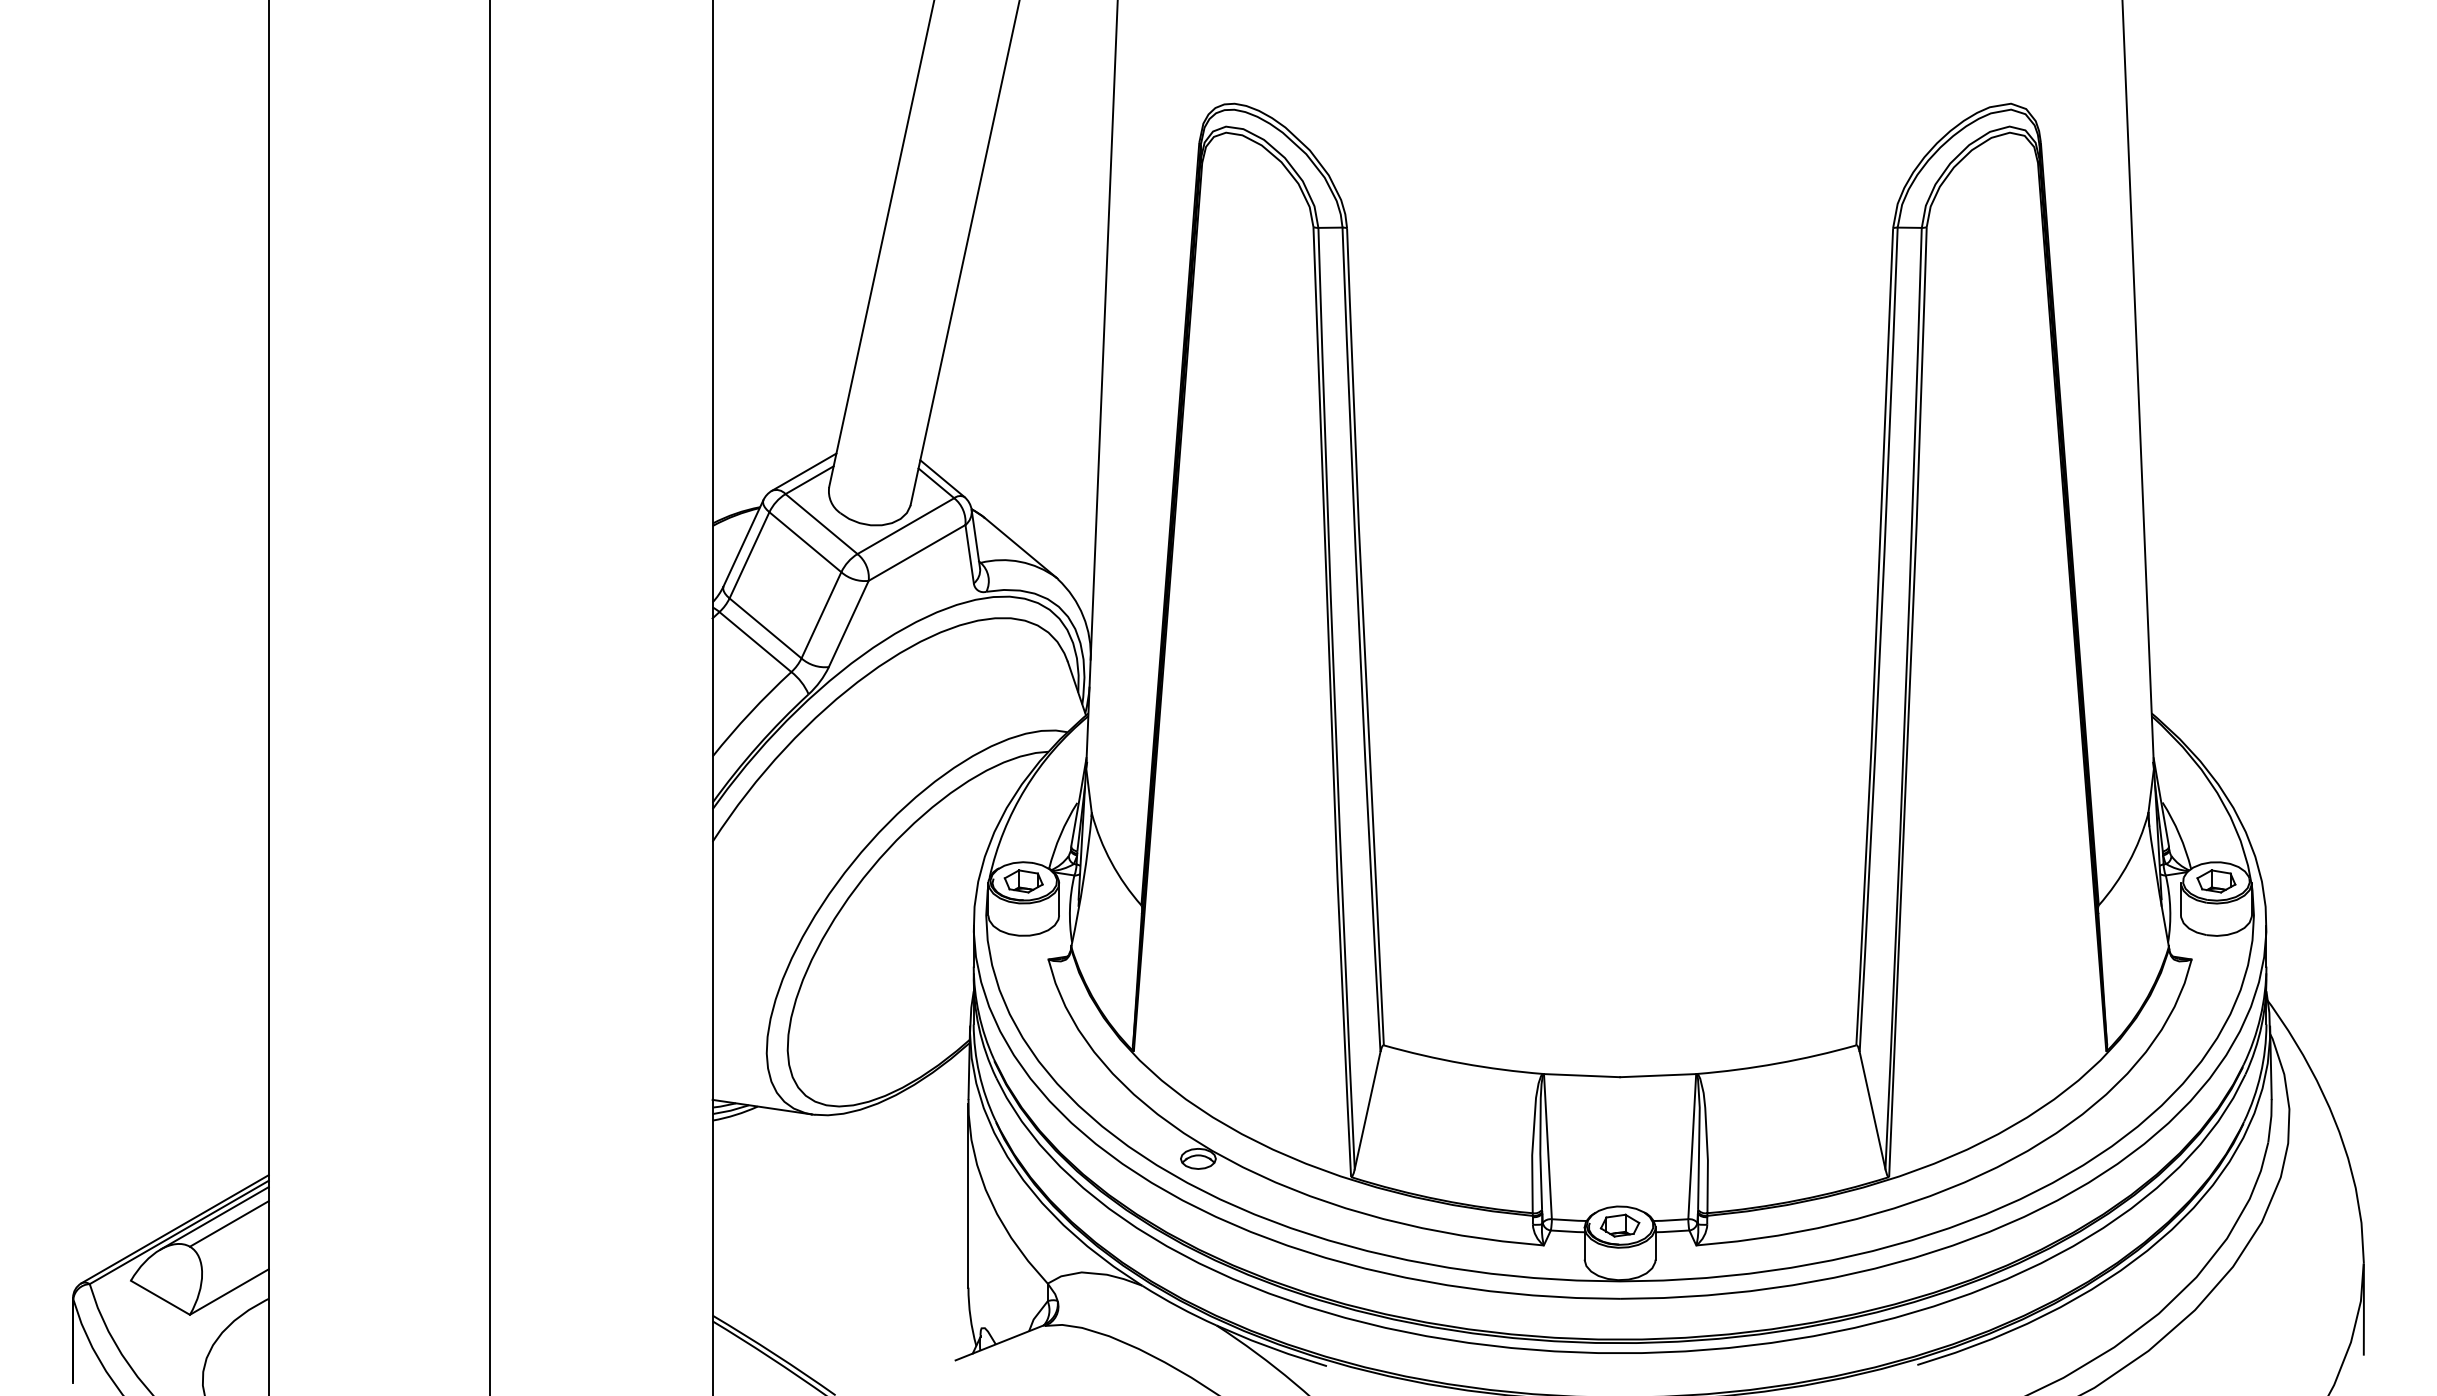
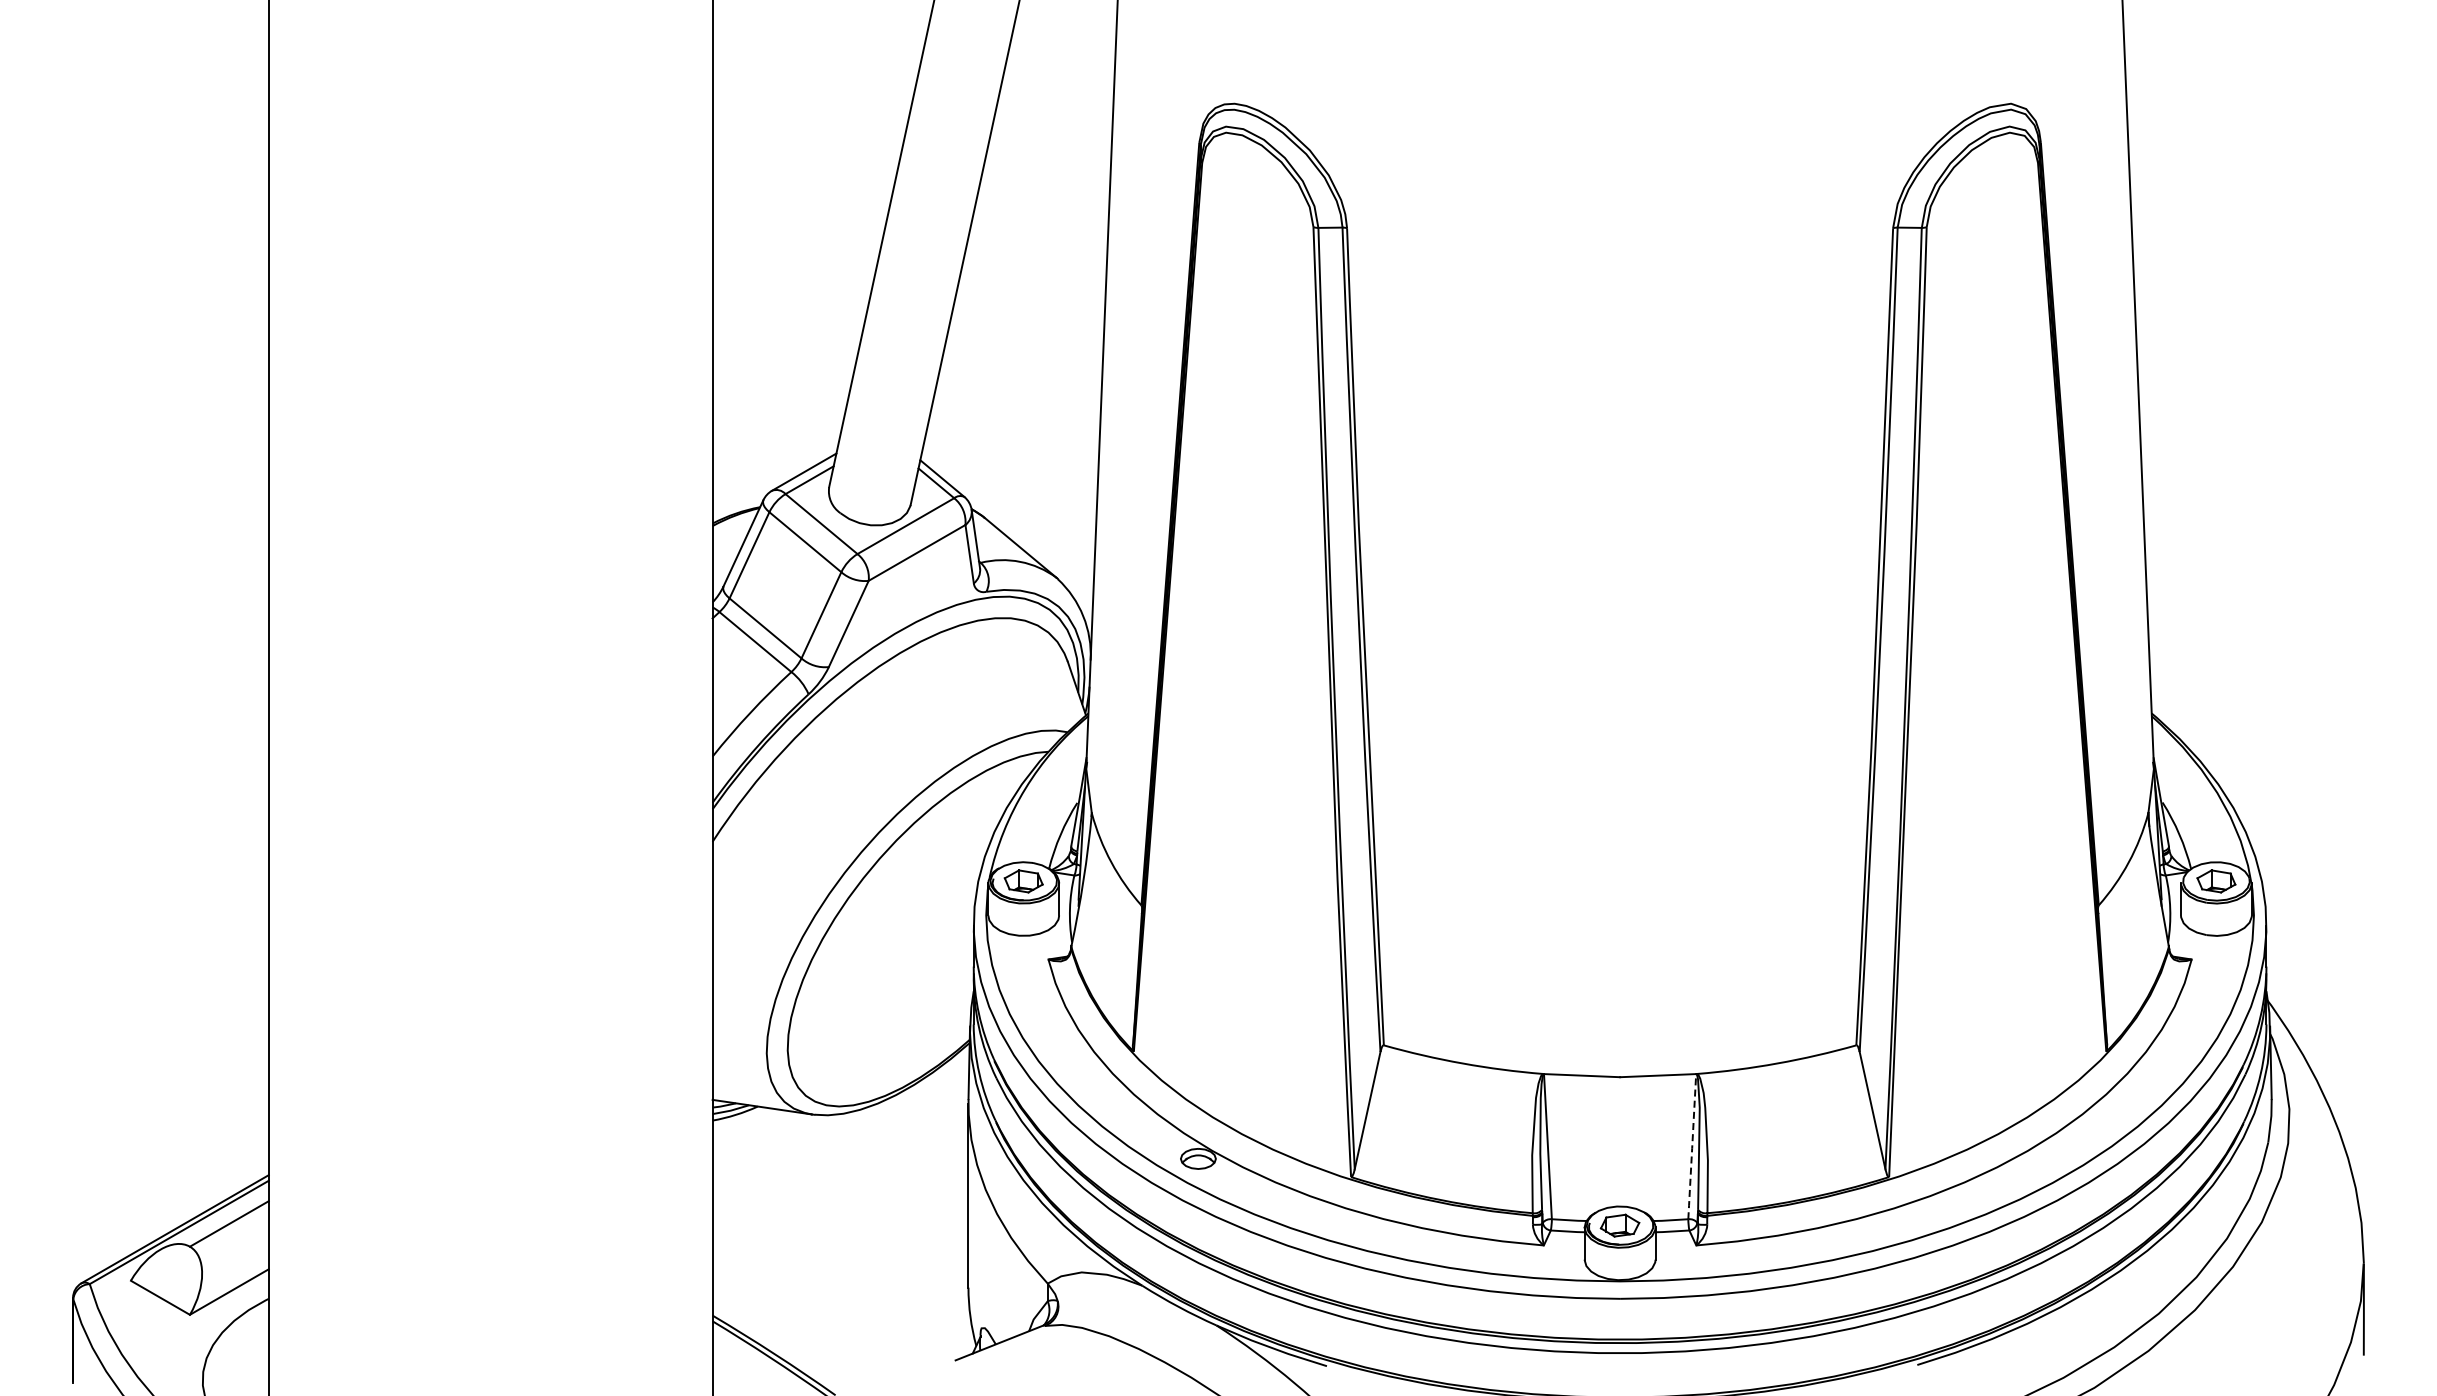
line at (489, 697): present -> none
line at (1692, 1147): solid -> dashed
line at (214, 1218): present -> none
